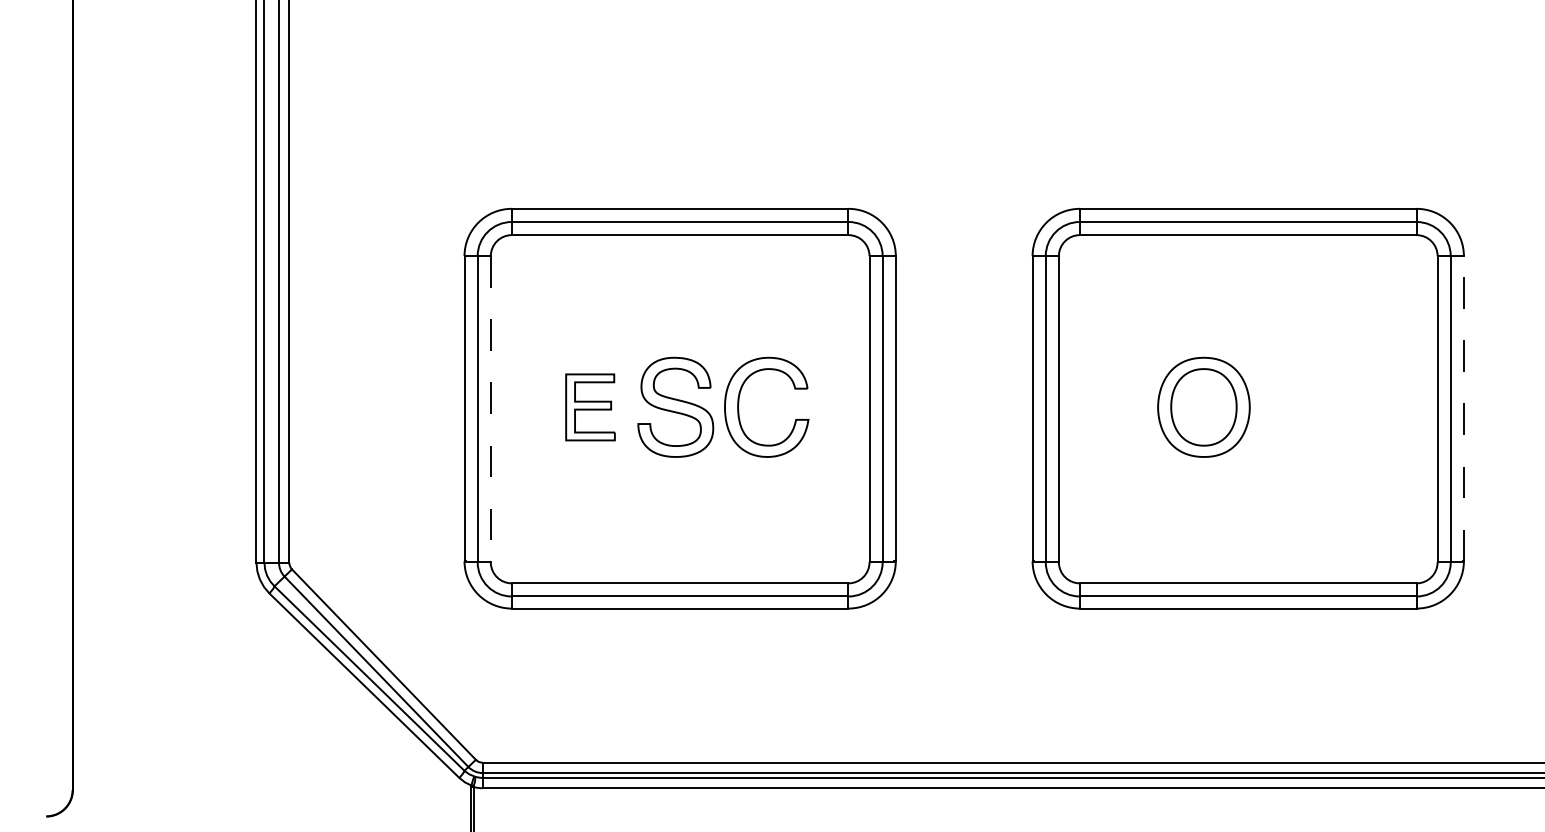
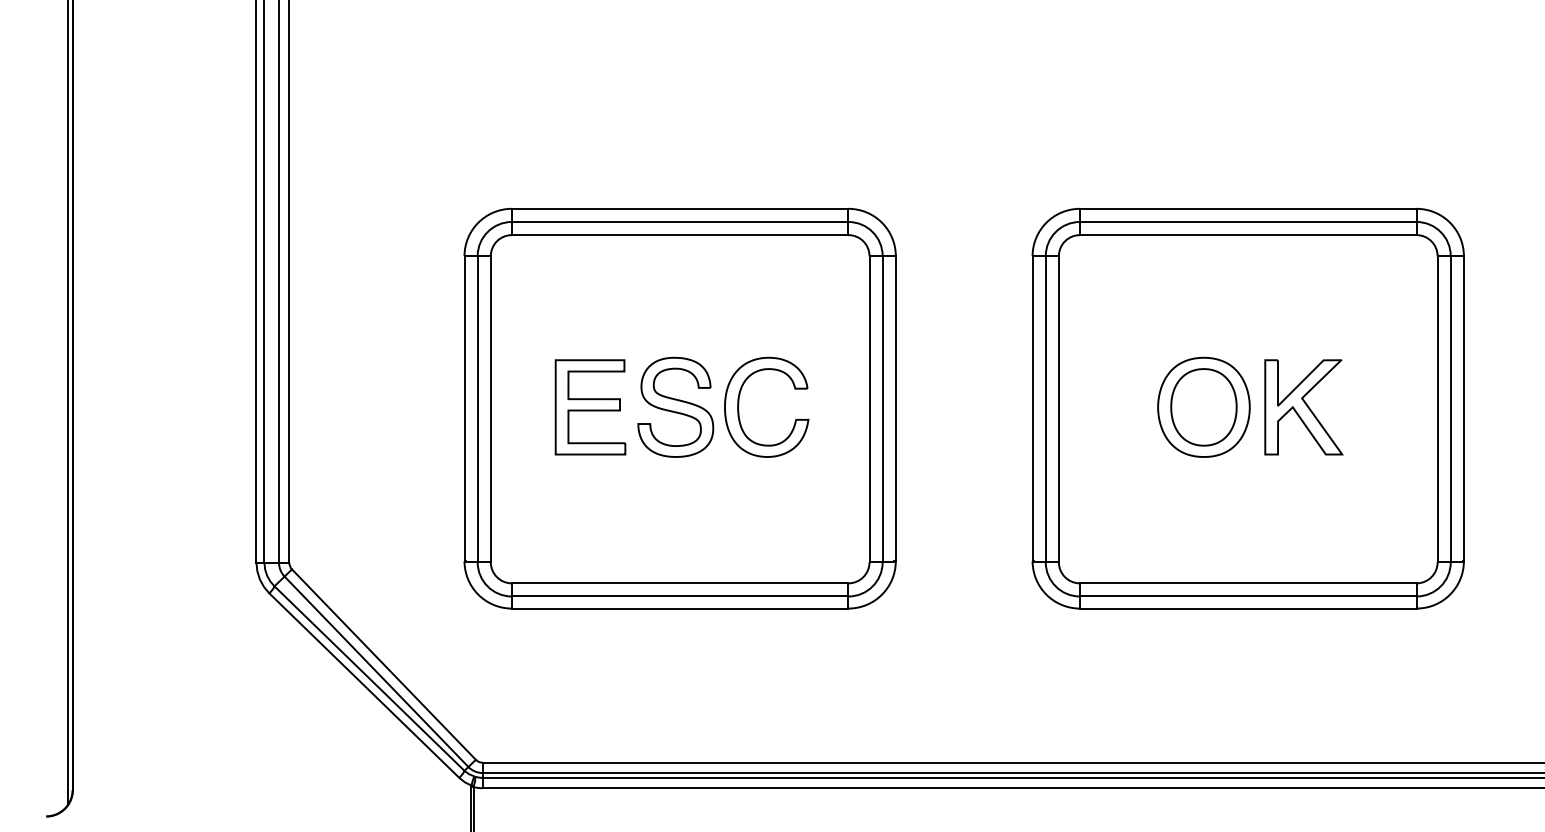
line at (68, 403): none -> present
part at (590, 407) size: 51x69 px -> 73x97 px
part at (1303, 407): none -> present
line at (1463, 408): dashed -> solid
line at (490, 409): dashed -> solid
